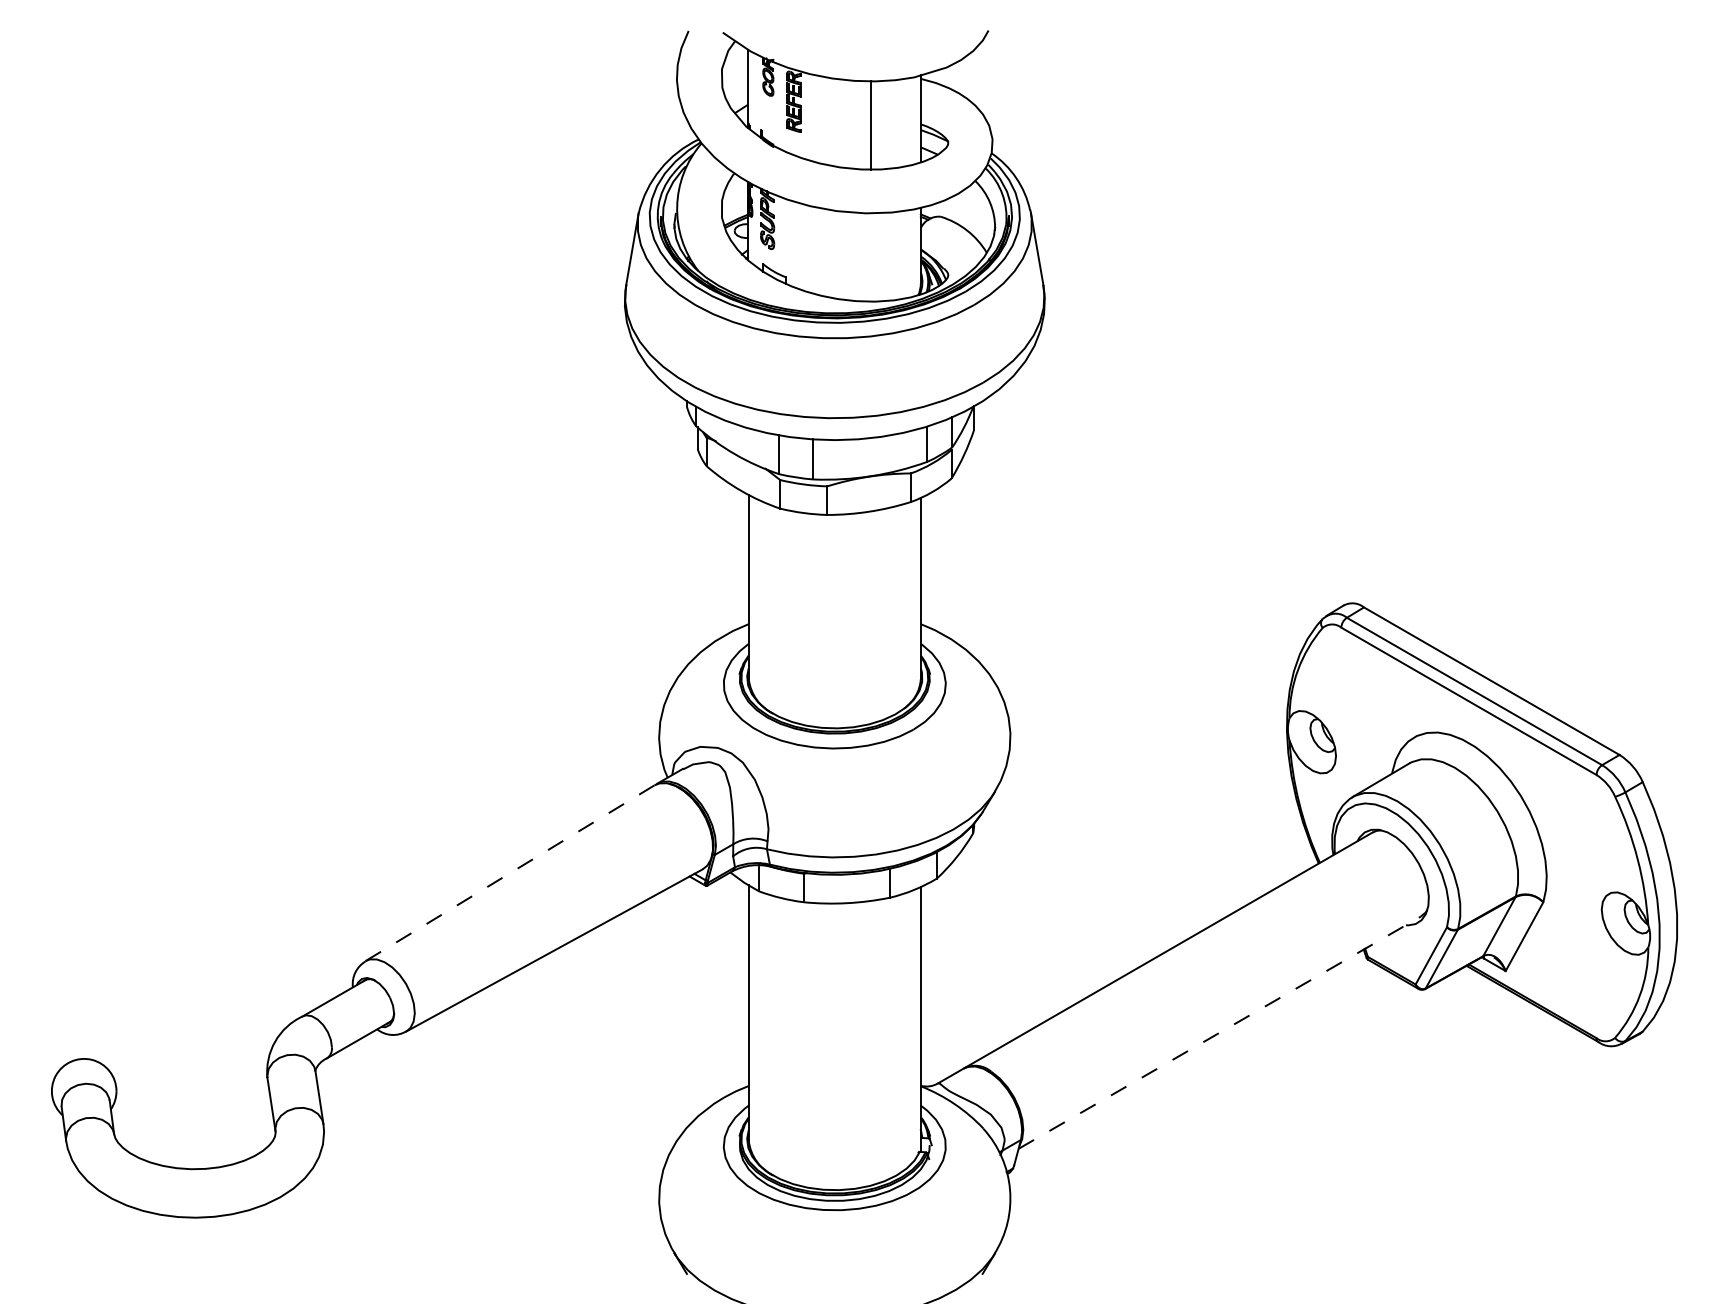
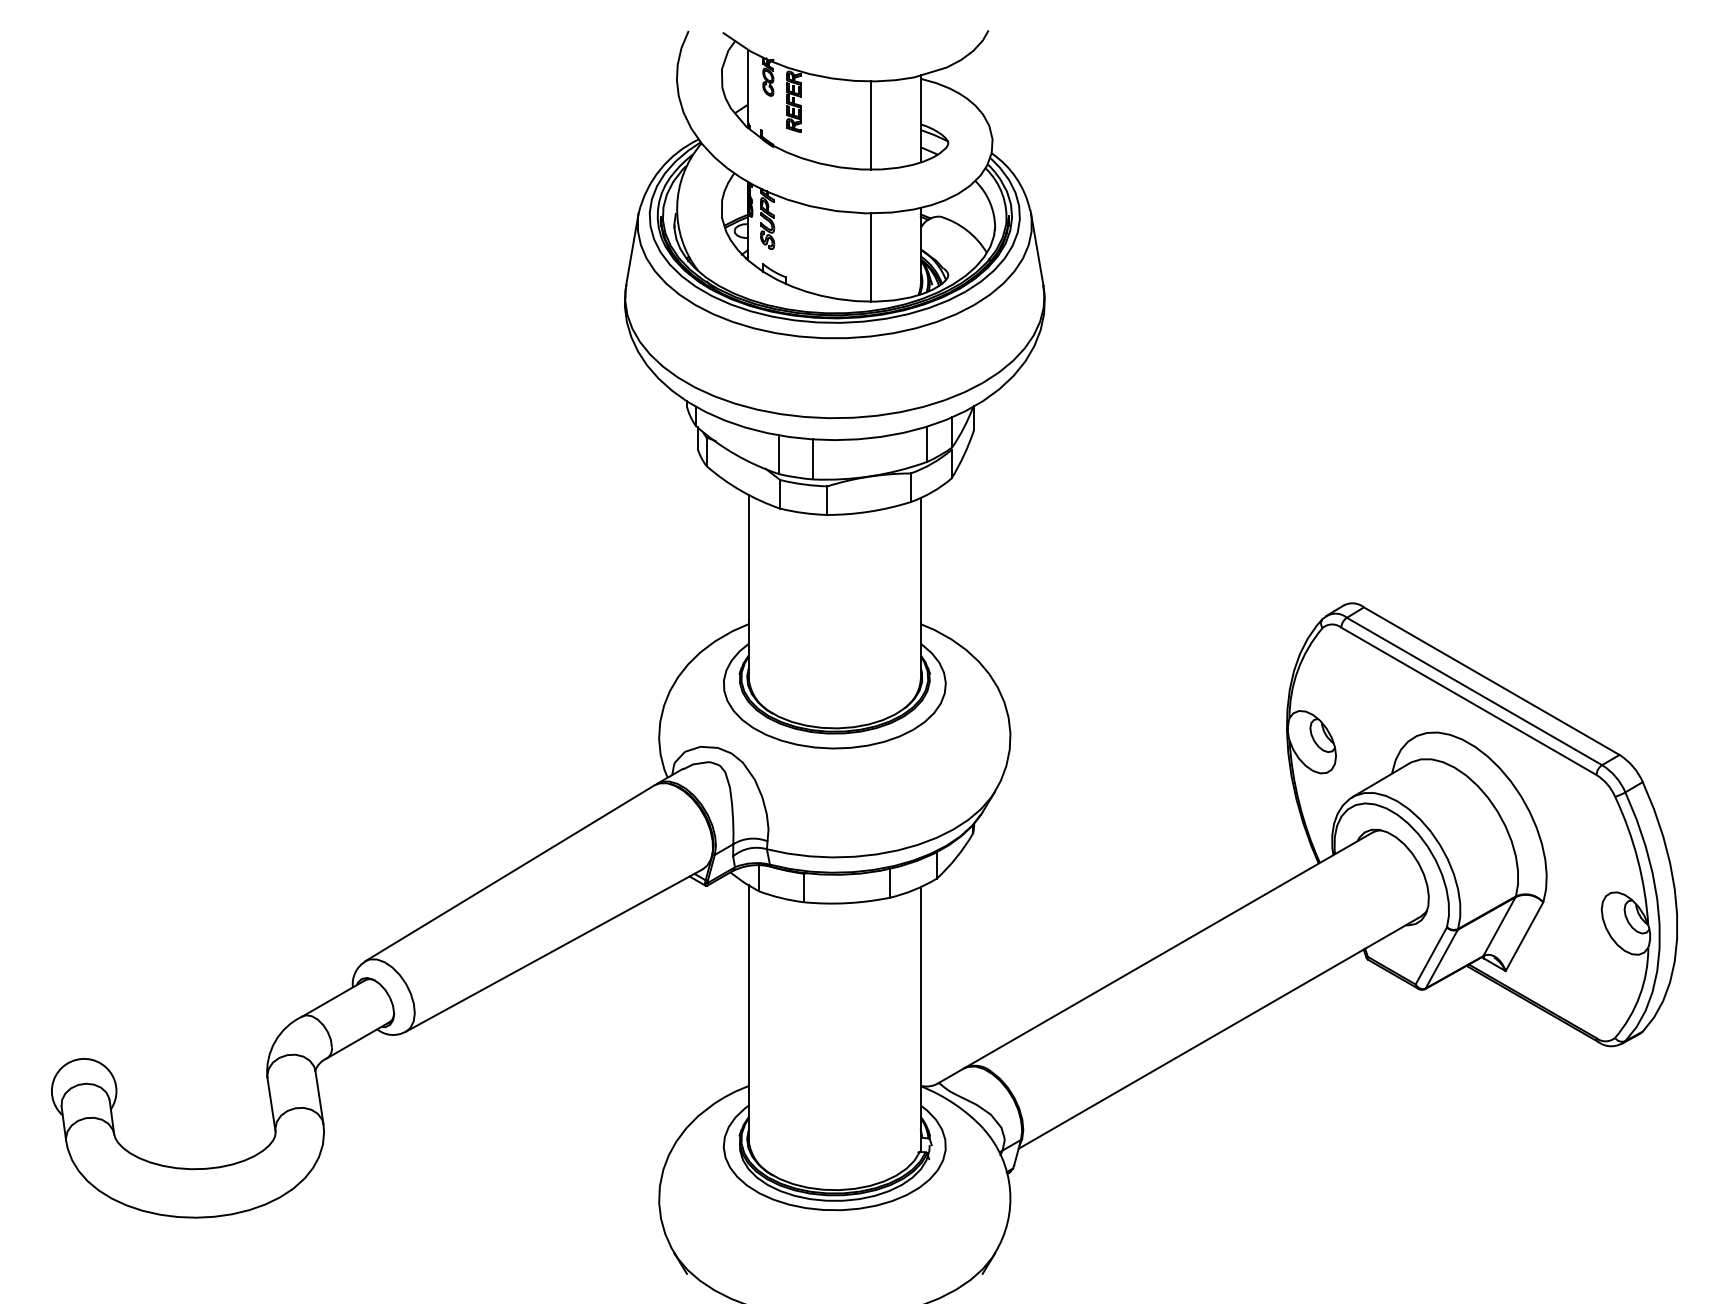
line at (871, 257): none -> present
line at (509, 873): dashed -> solid
line at (1220, 1032): dashed -> solid
